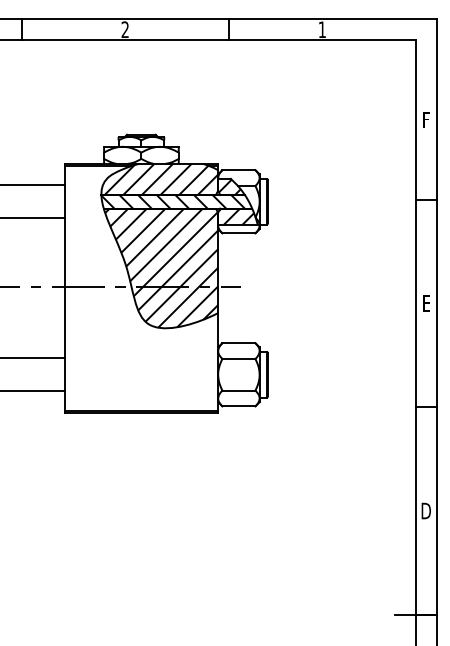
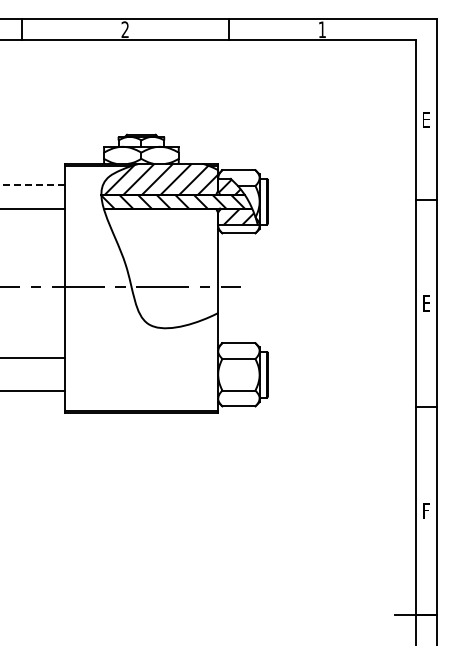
text at (426, 120): F -> E
line at (32, 185): solid -> dashed
line at (33, 218) position: (33, 218) -> (33, 209)
hatch at (161, 267): present -> none
text at (425, 510): D -> F
